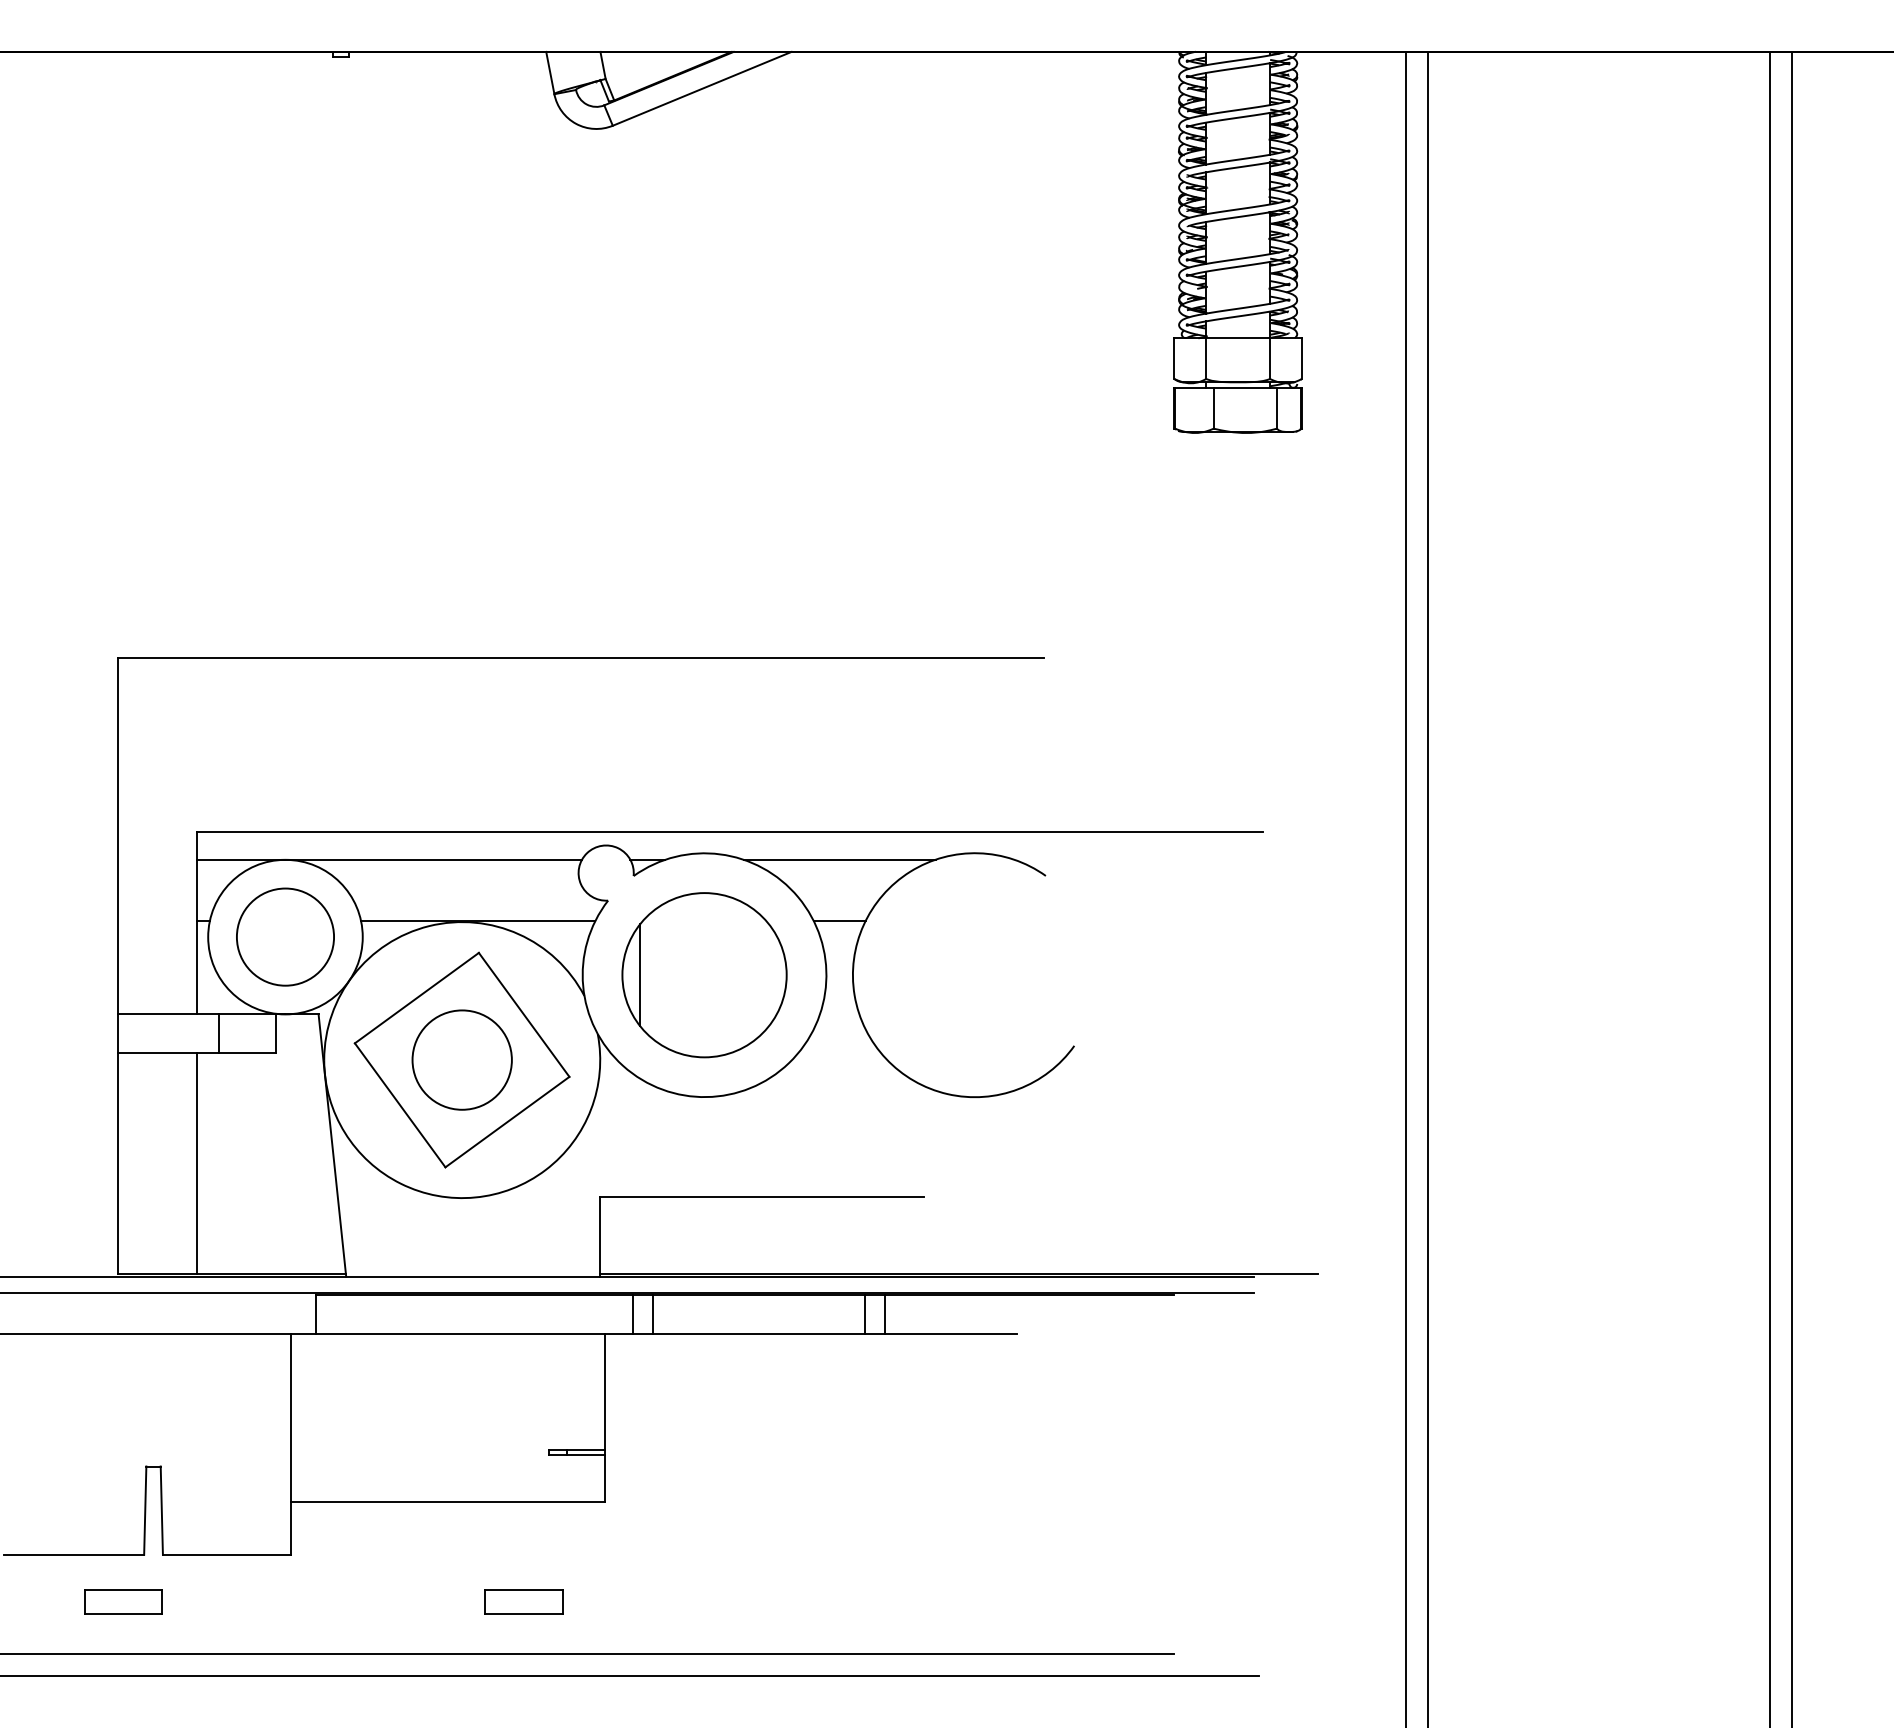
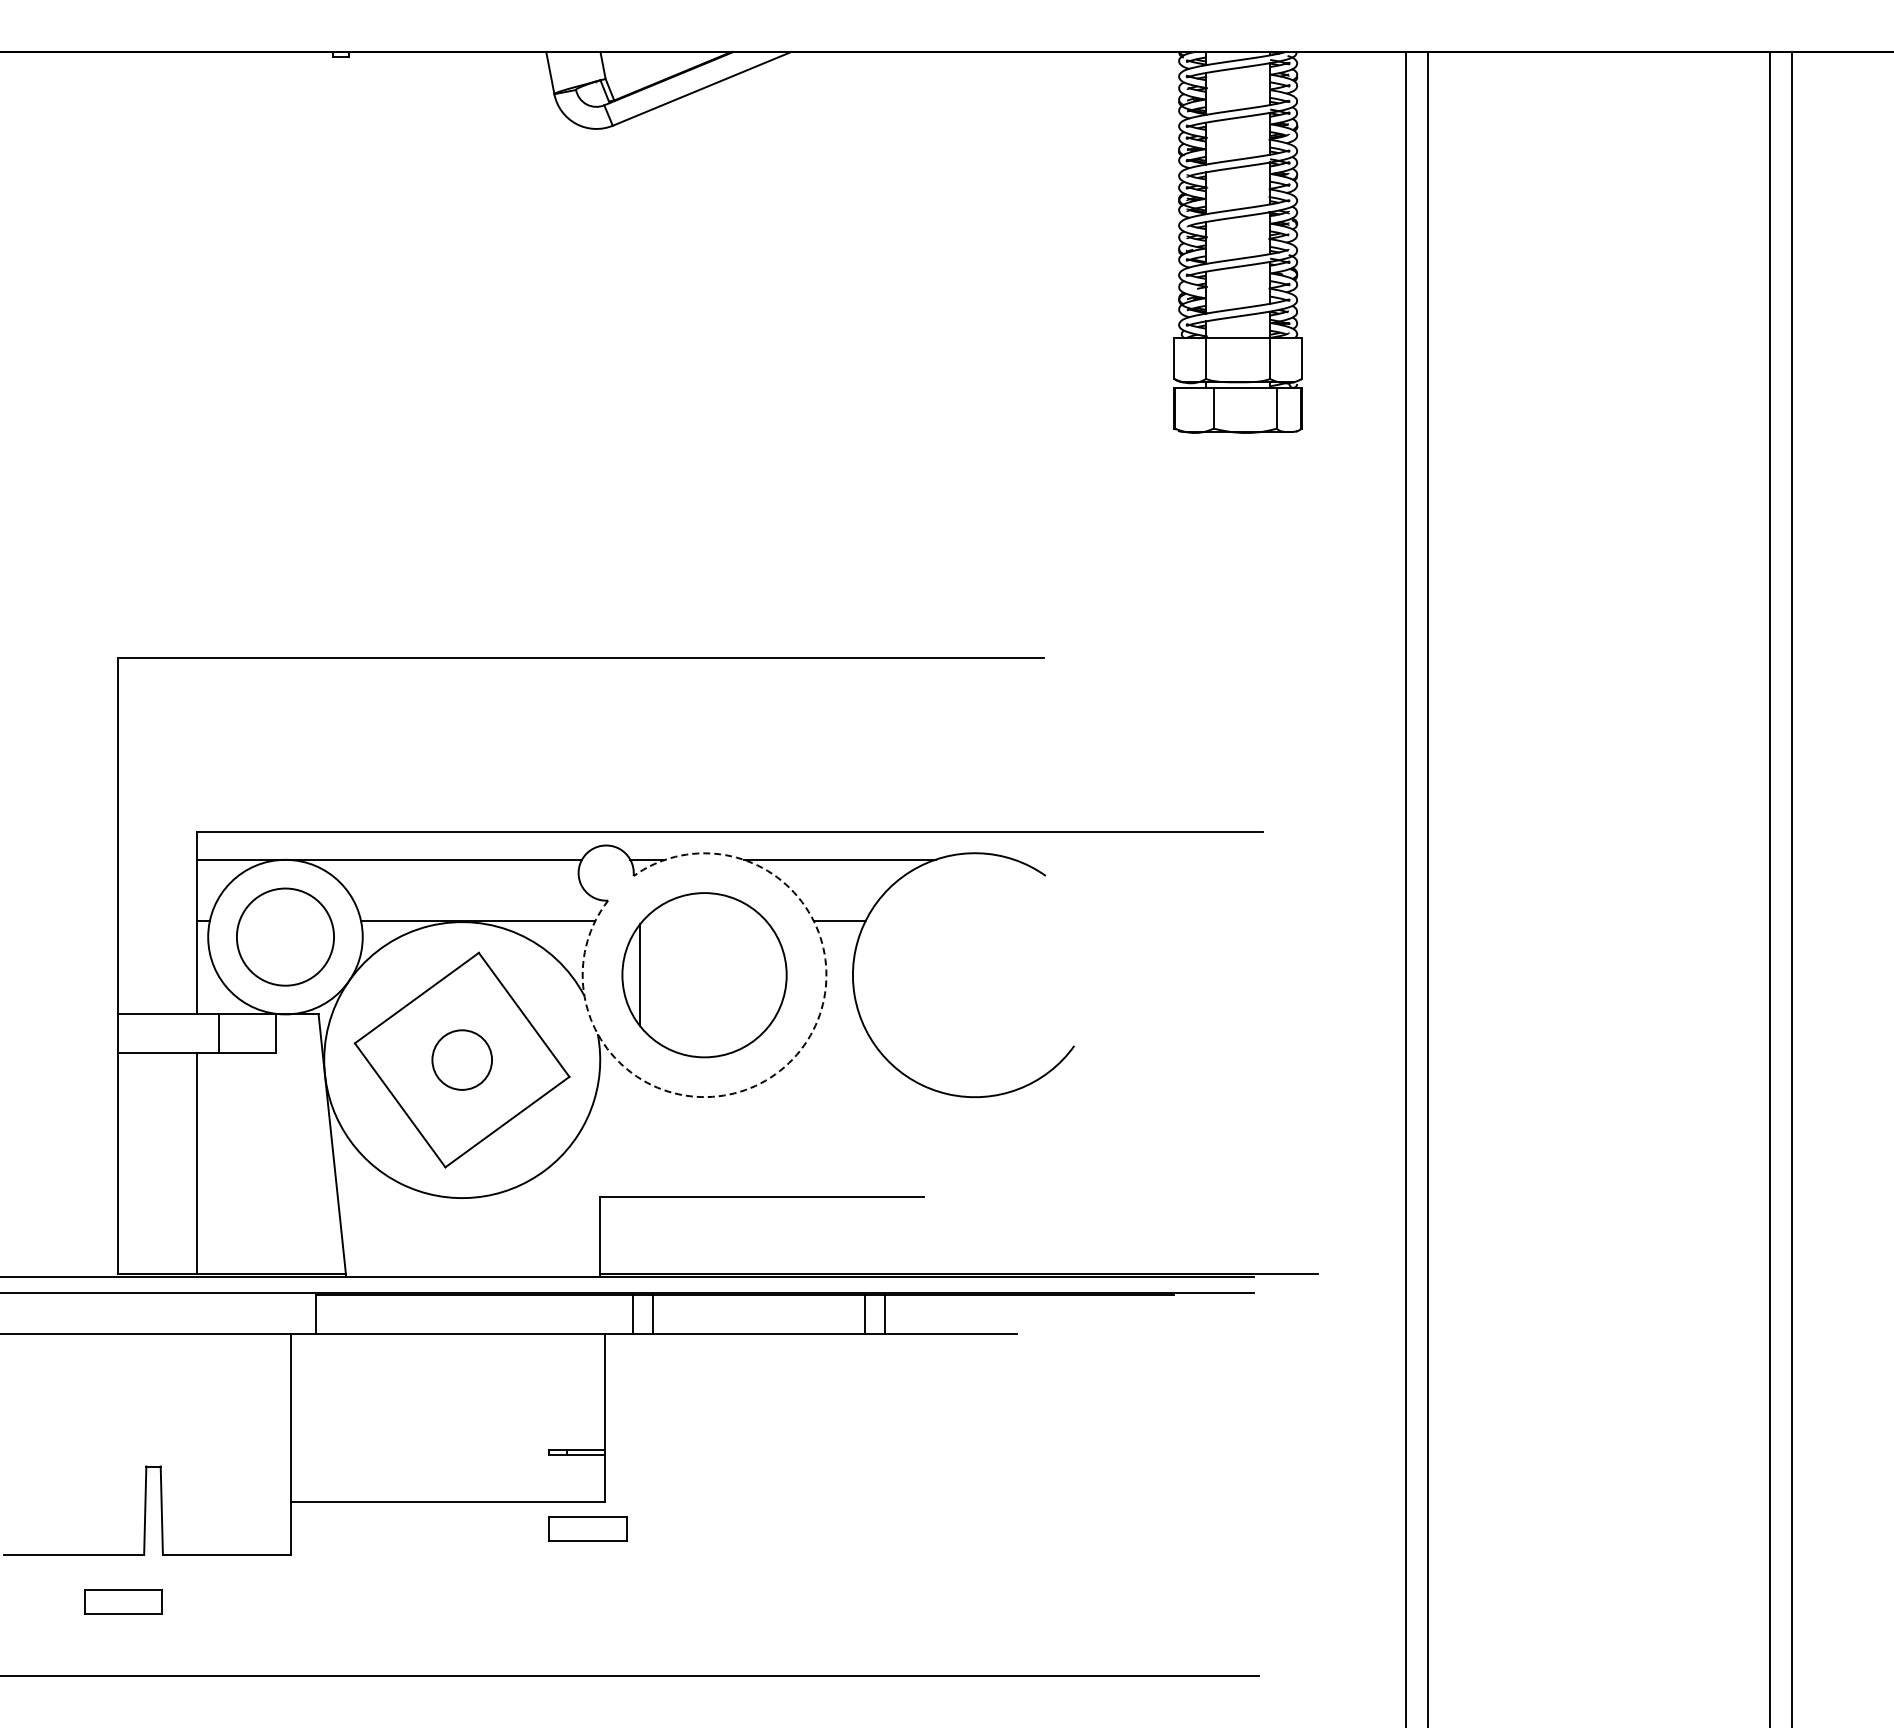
circle at (461, 1059) diameter: 99 px -> 60 px
arc at (789, 1063): solid -> dashed
part at (523, 1601) position: (523, 1601) -> (587, 1528)
line at (588, 1654): present -> none
